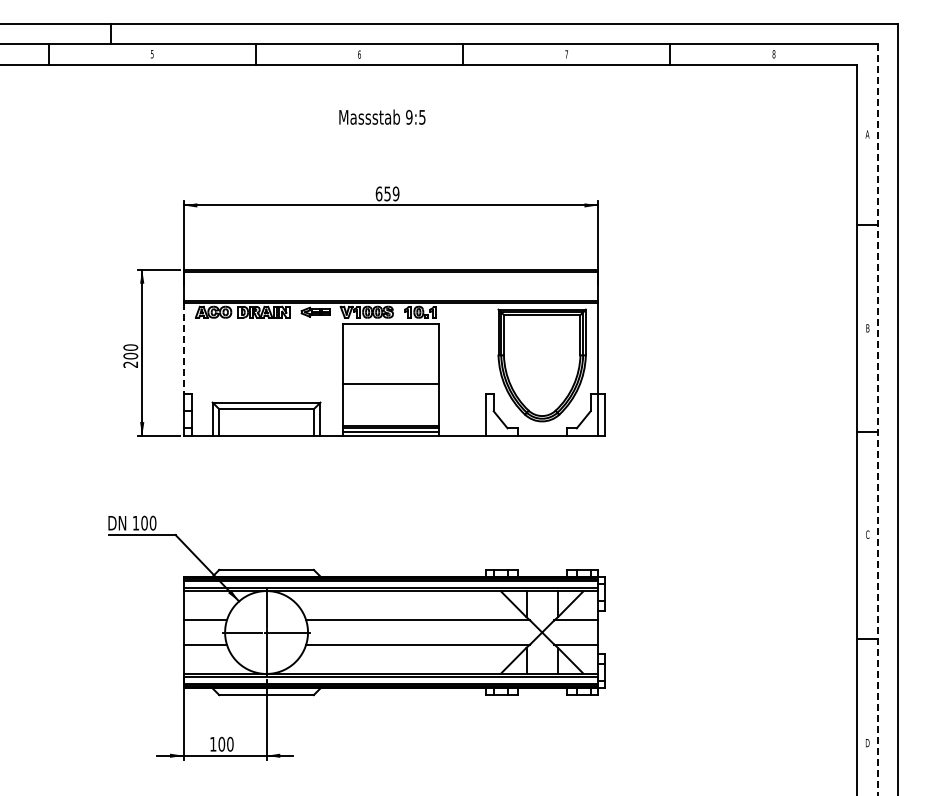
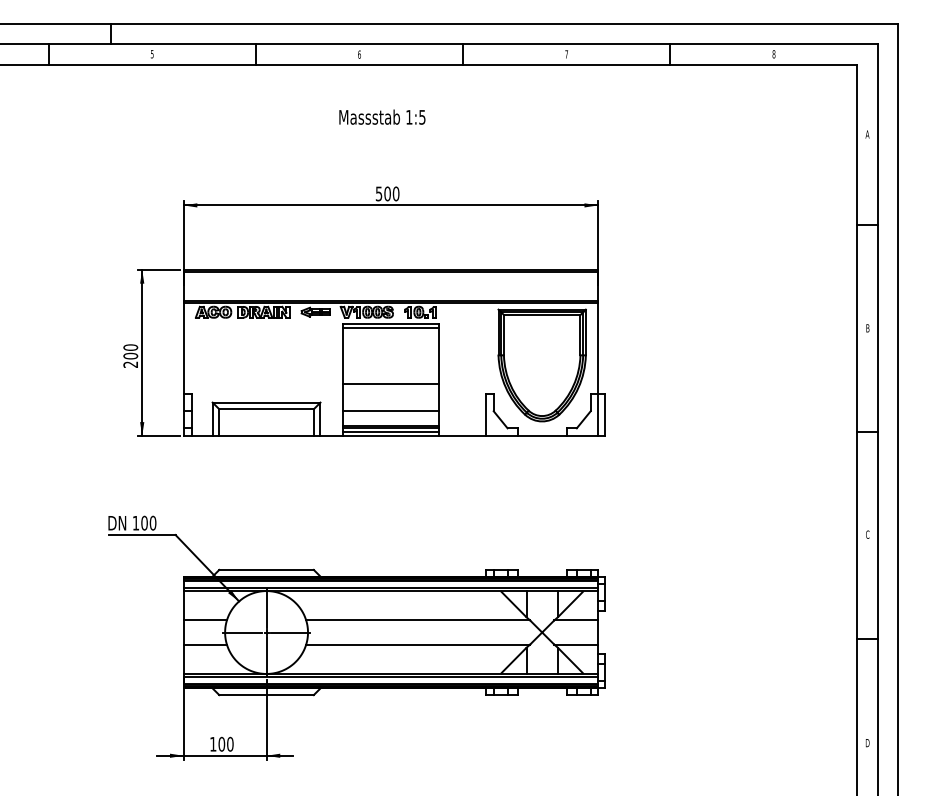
text at (409, 116): 9:5 -> 1:5
text at (387, 193): 659 -> 500
line at (390, 328): none -> present
line at (183, 348): dashed -> solid
line at (390, 410): none -> present
line at (877, 420): dashed -> solid
